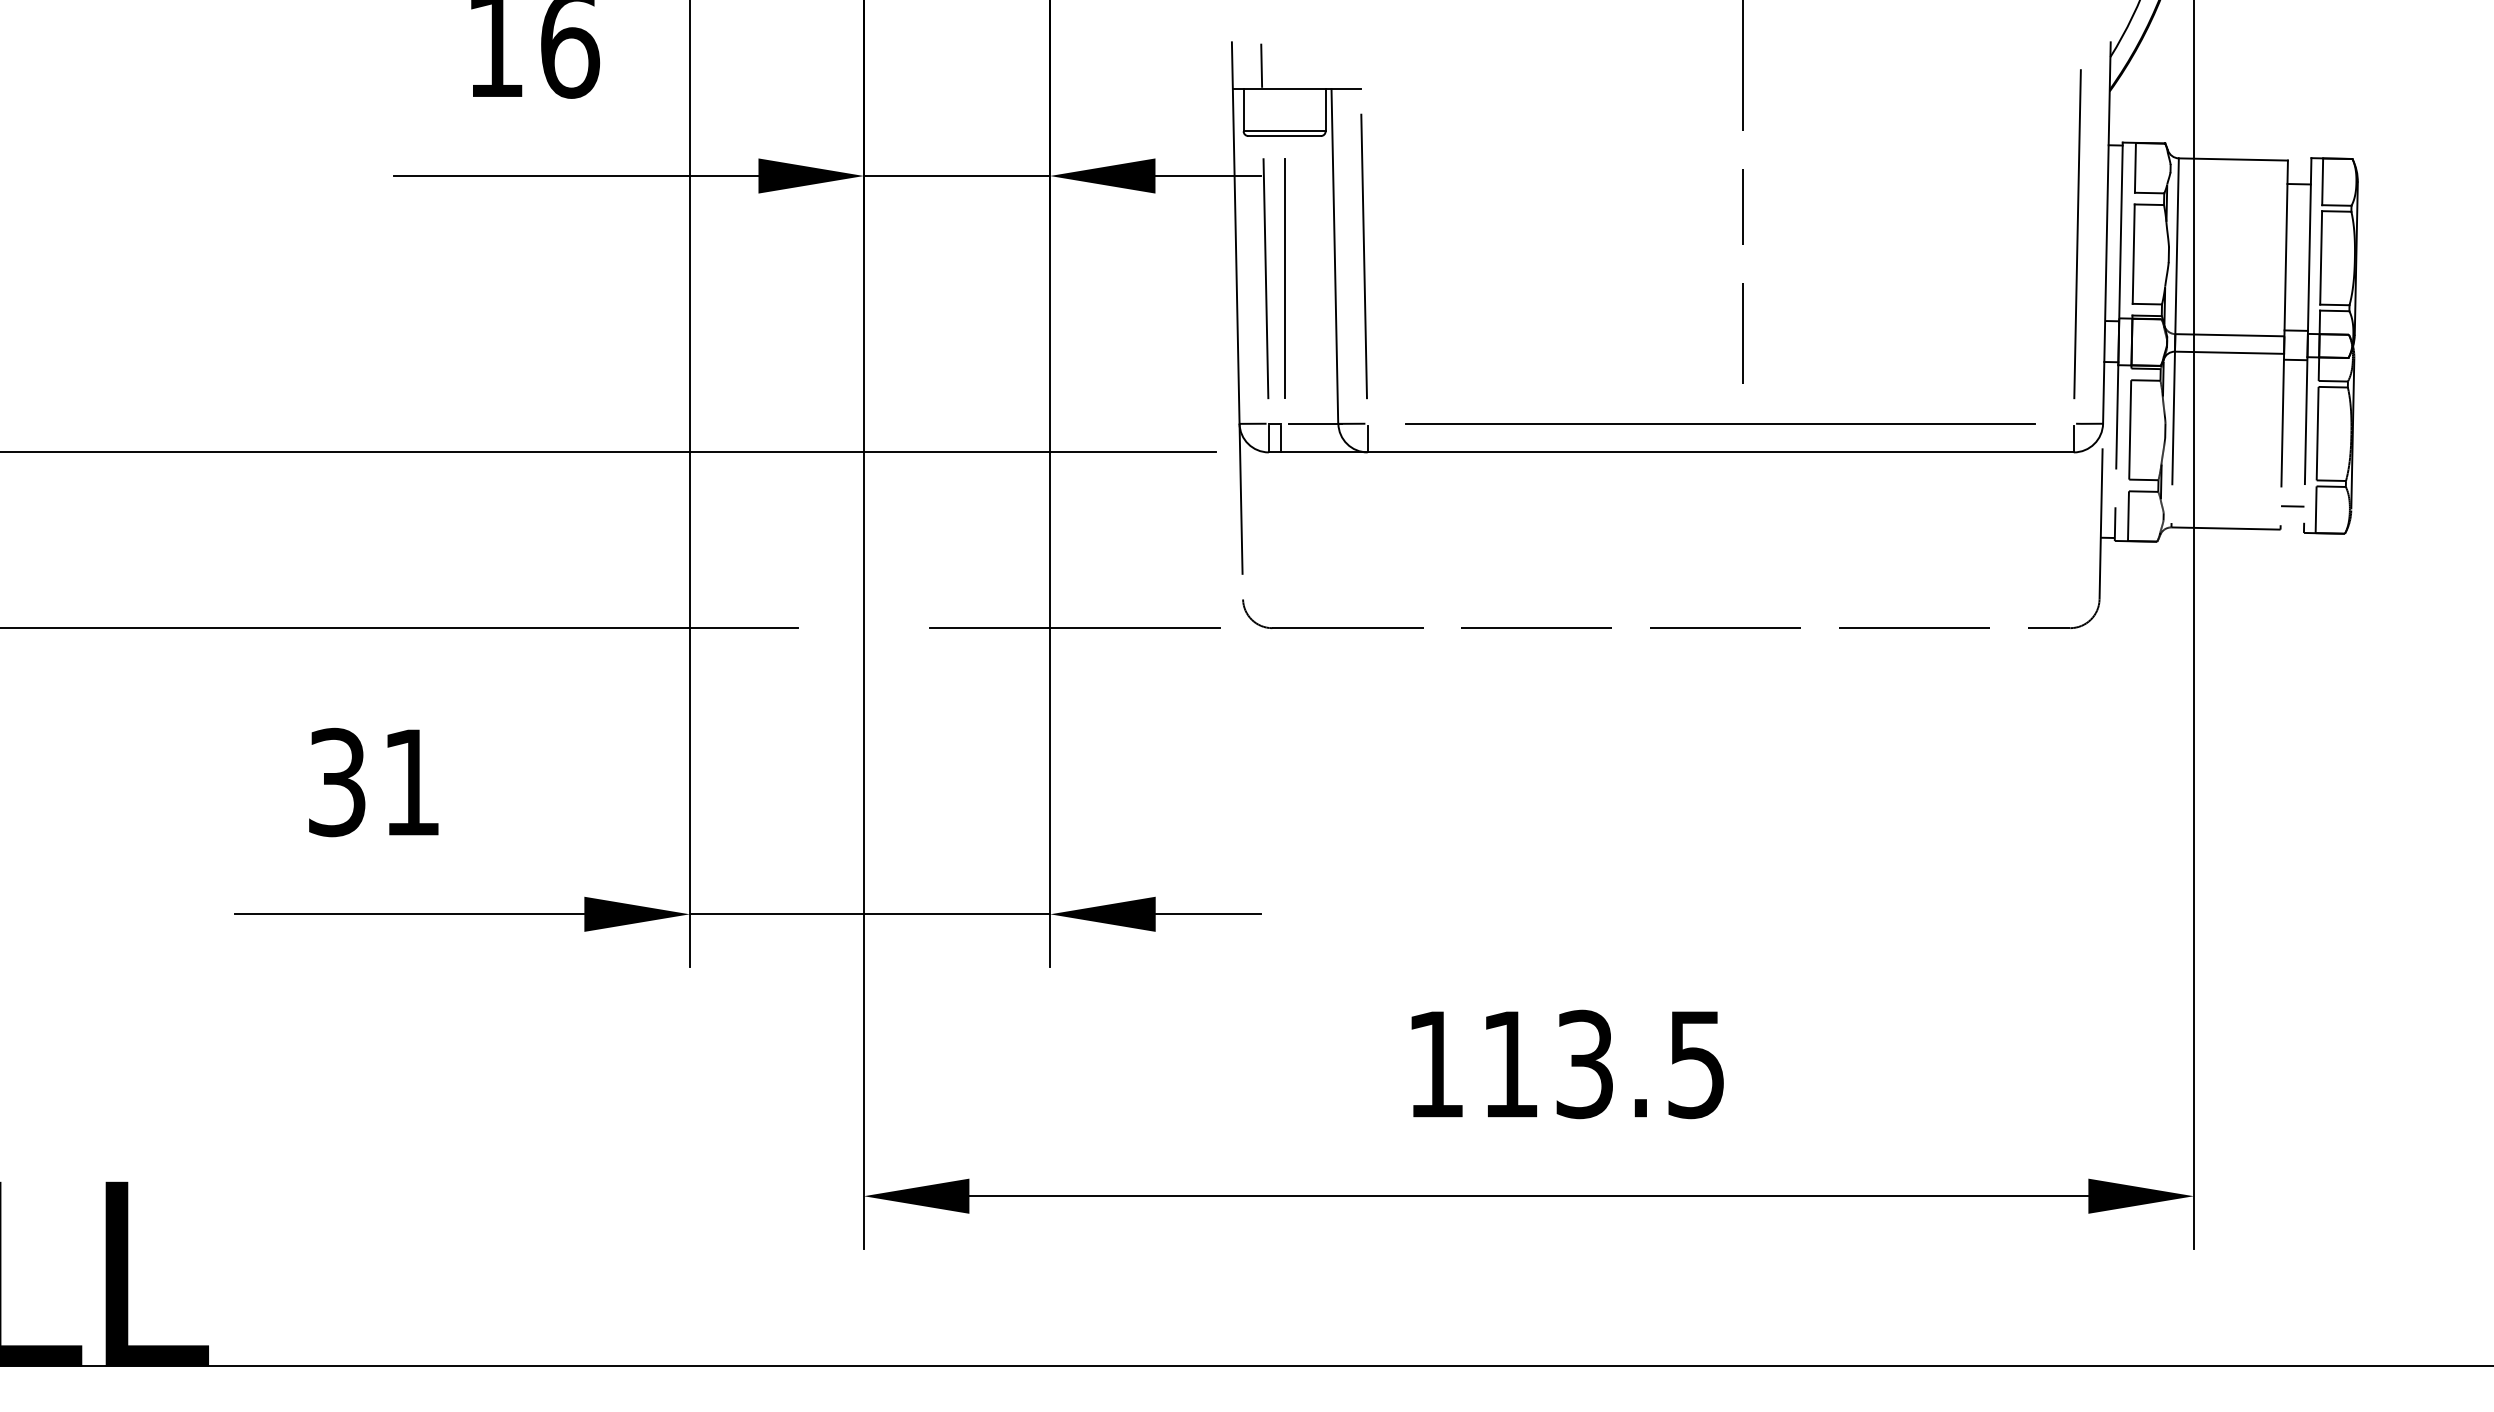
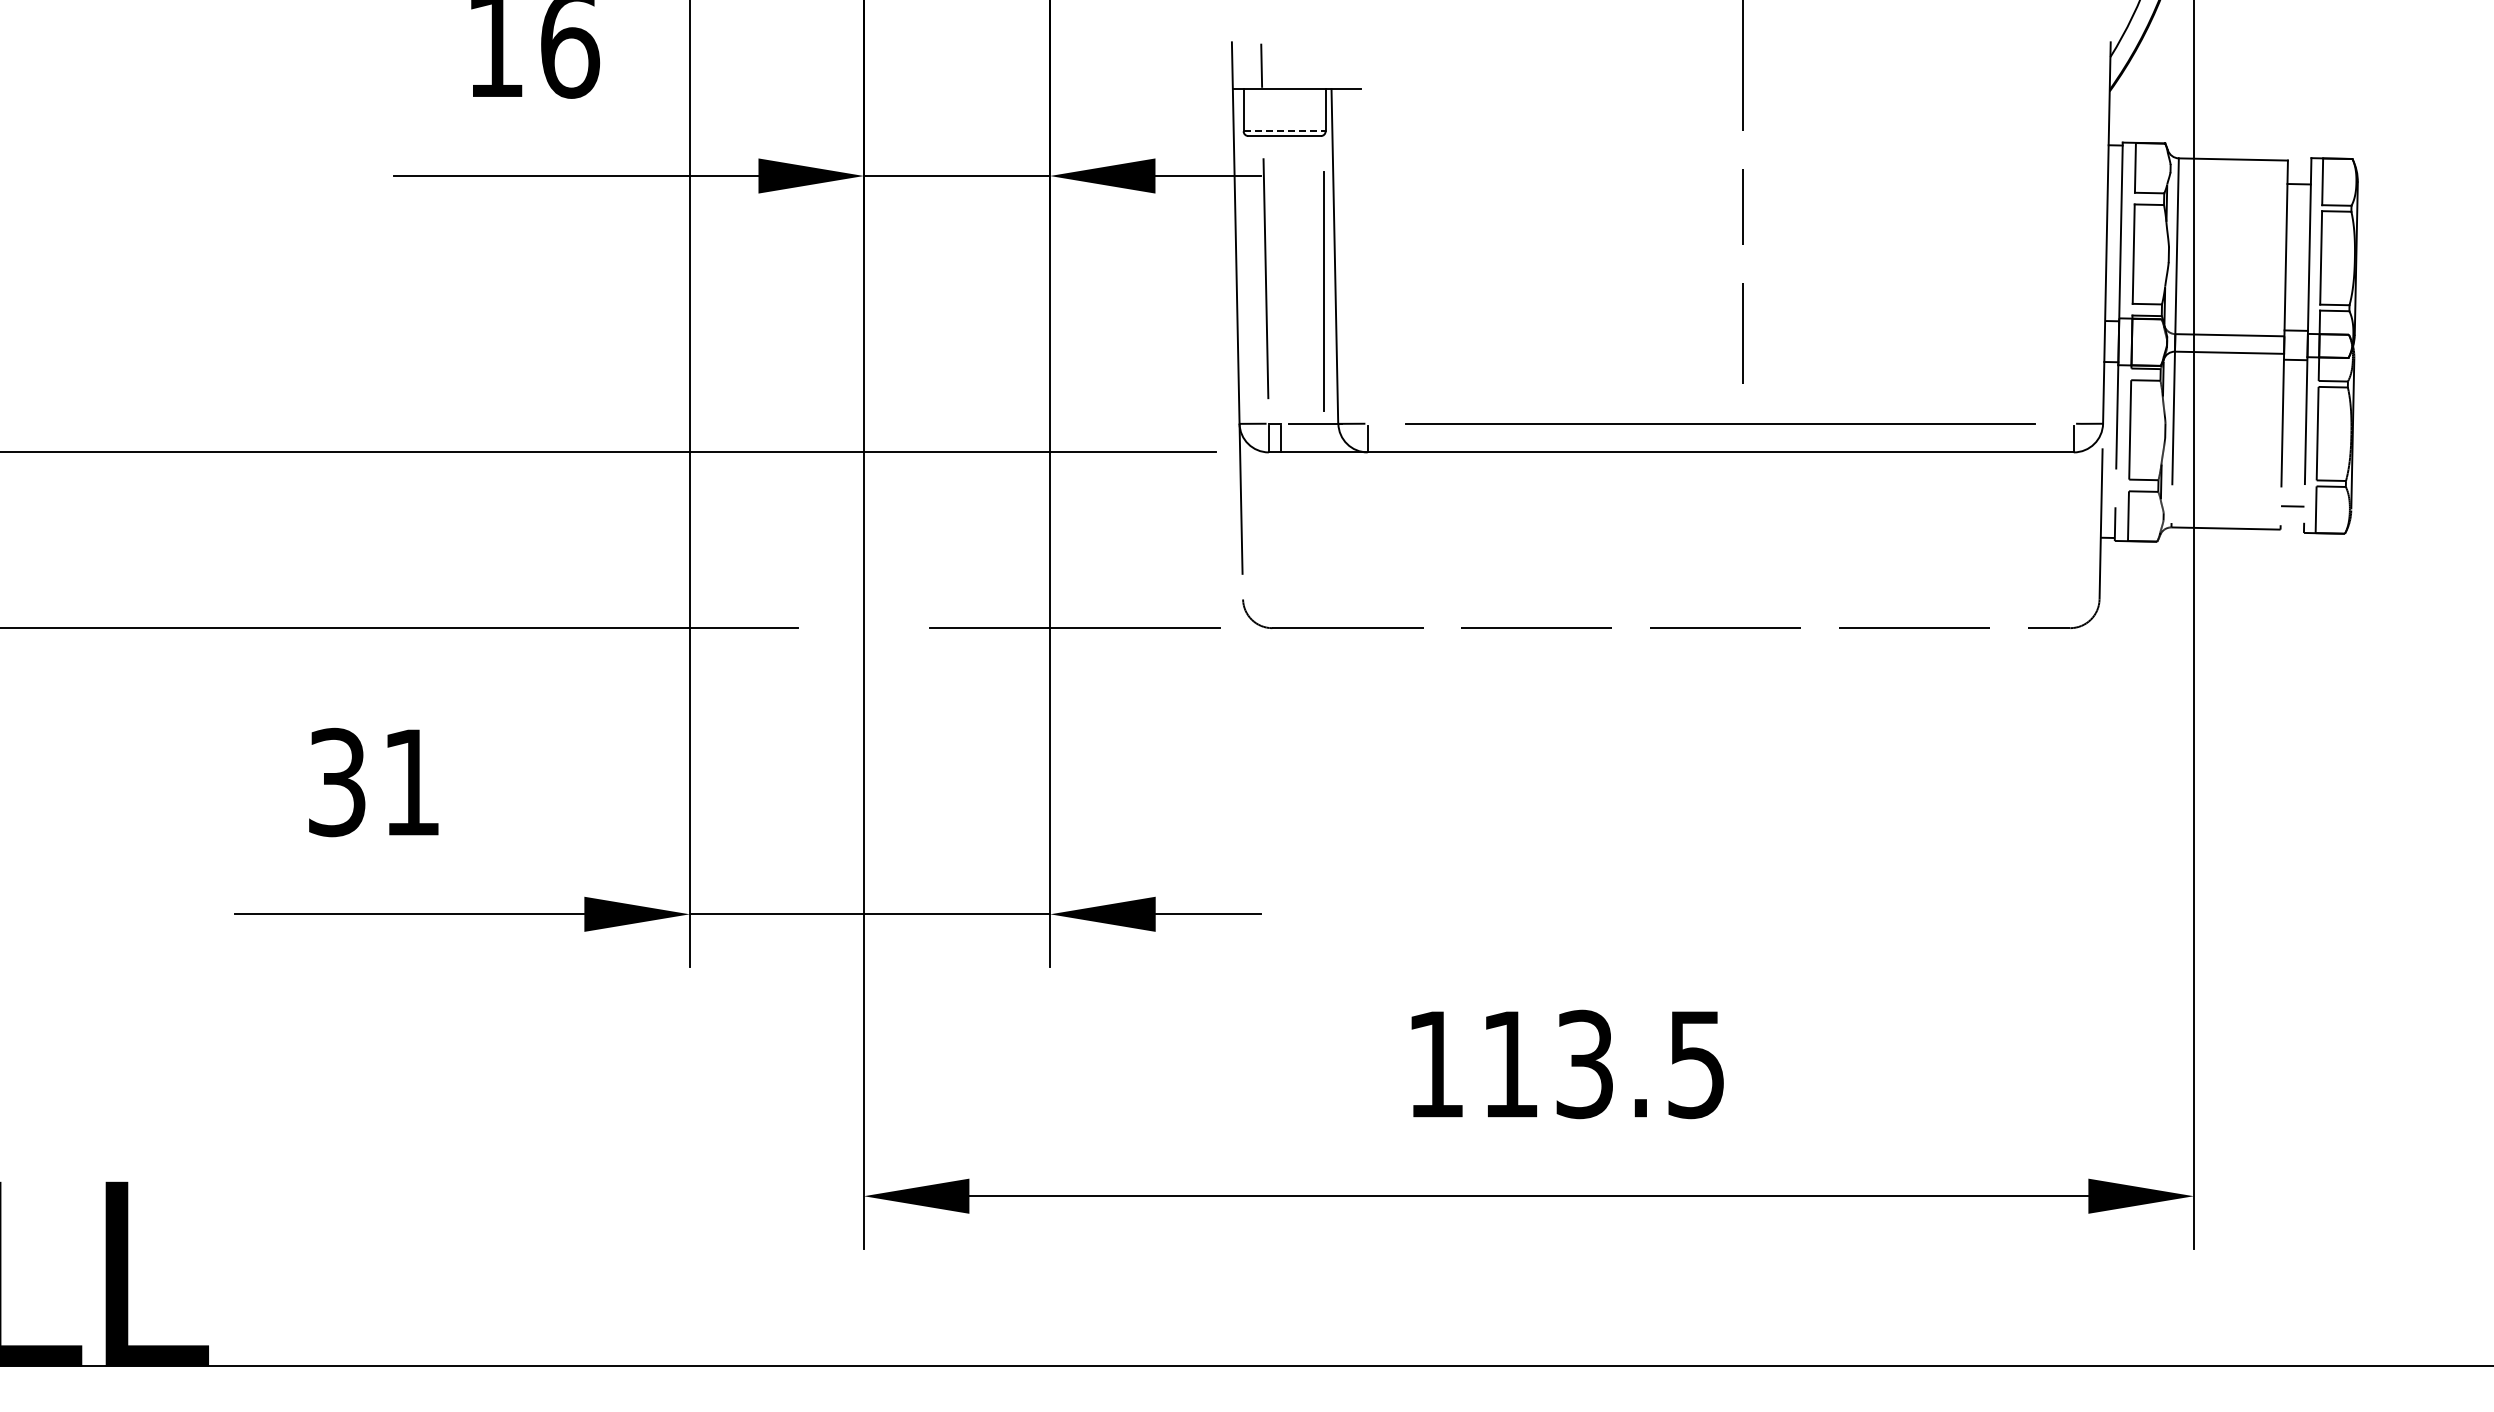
line at (1285, 131): solid -> dashed
line at (2077, 234): present -> none
line at (1363, 256): present -> none
line at (1284, 278) position: (1284, 278) -> (1323, 291)
